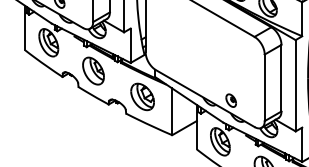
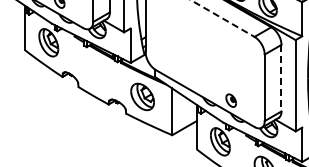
line at (223, 18): solid -> dashed
part at (93, 70): present -> none
line at (281, 78): solid -> dashed
